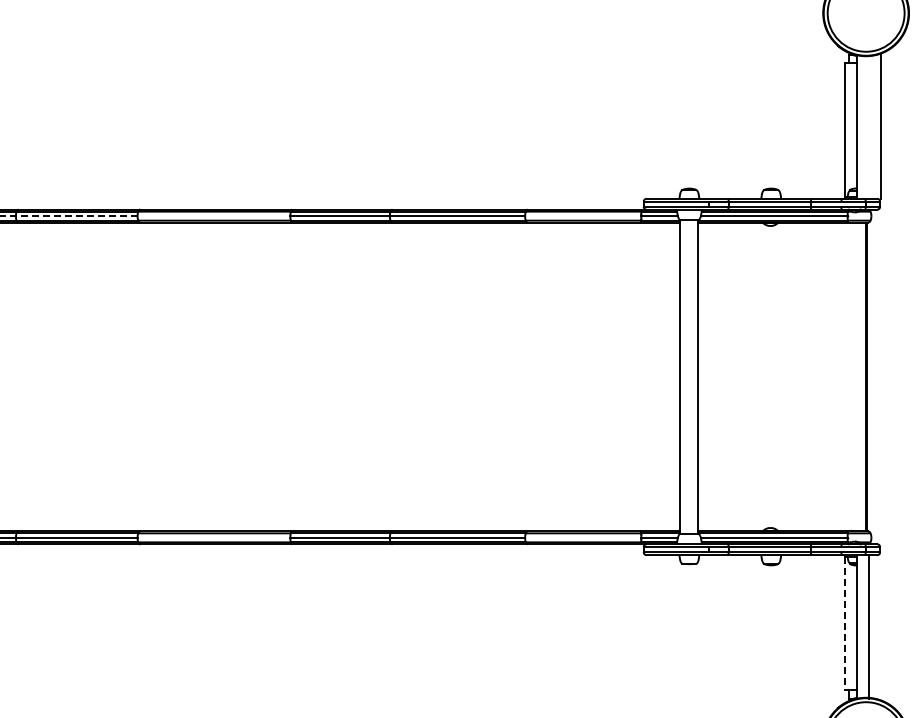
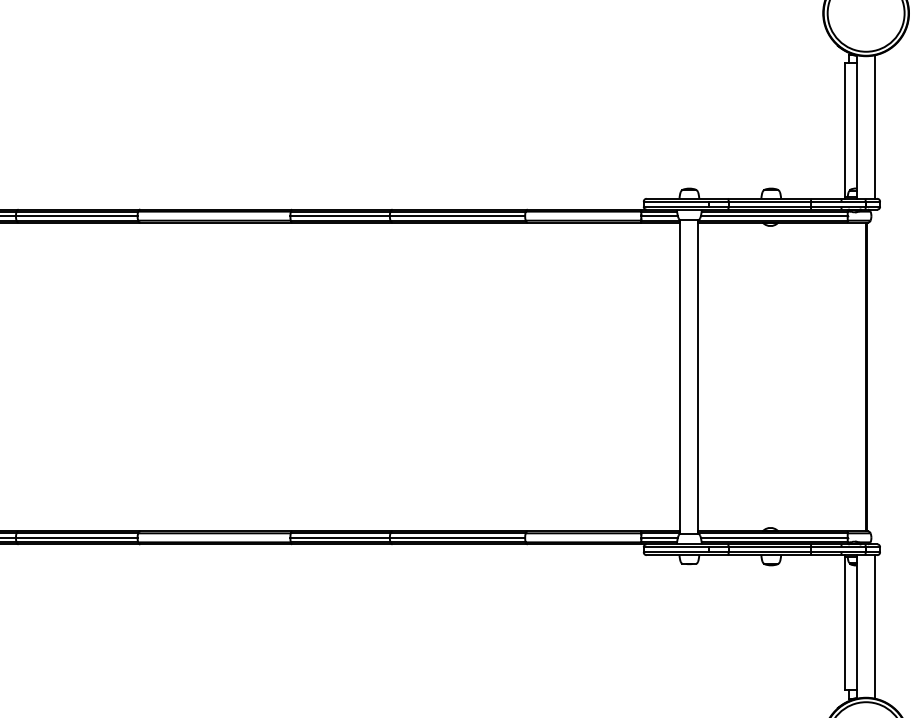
line at (880, 126) position: (880, 126) -> (874, 126)
line at (68, 216): dashed -> solid
line at (845, 623): dashed -> solid
line at (868, 626) position: (868, 626) -> (874, 626)
